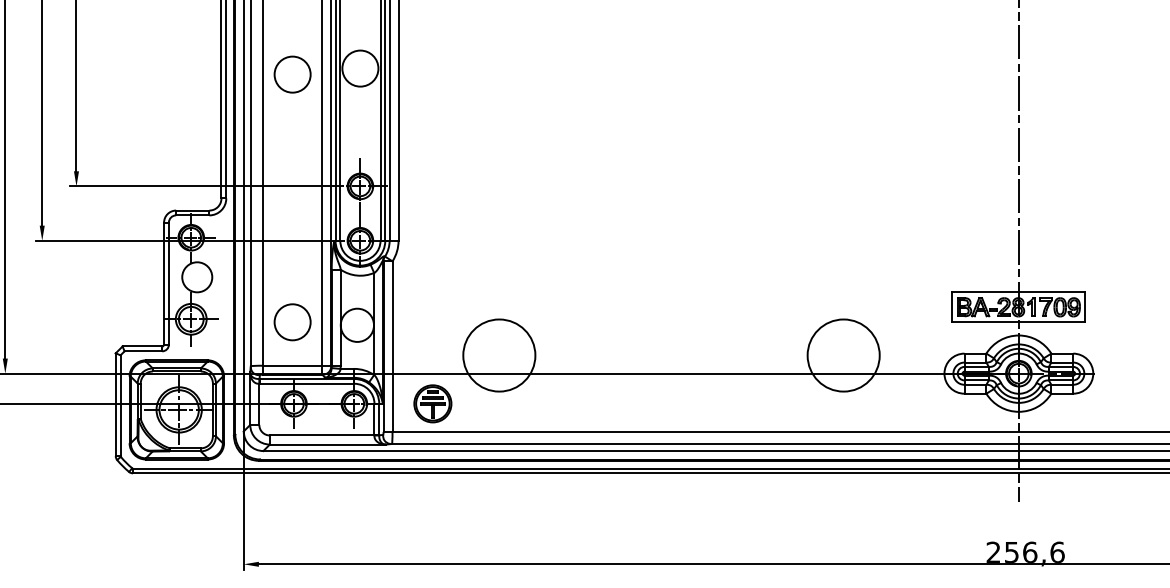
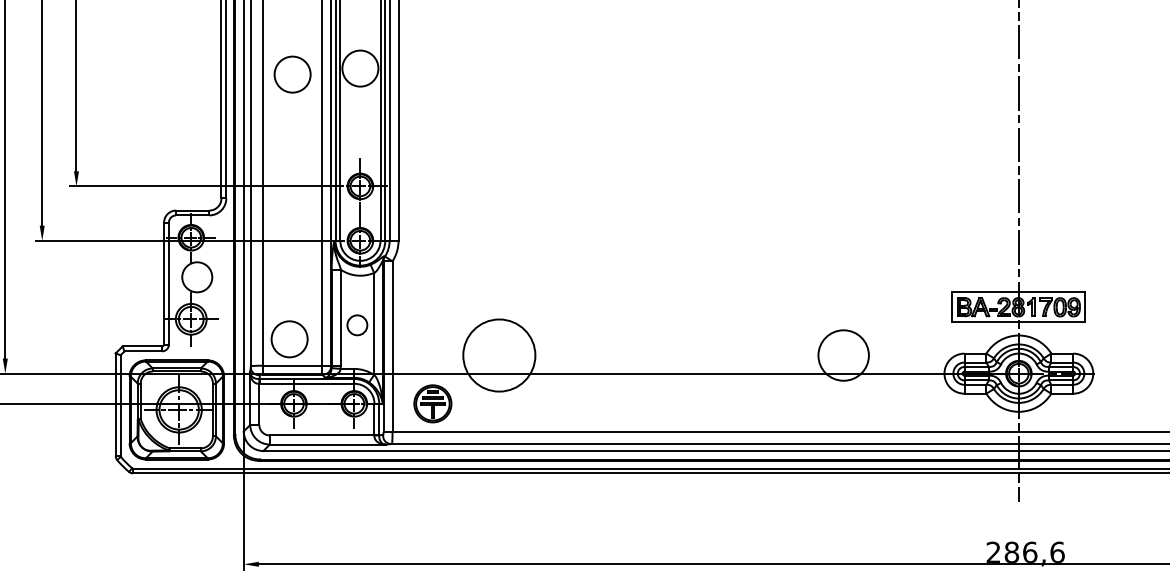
circle at (292, 322) position: (292, 322) -> (289, 339)
circle at (357, 324) diameter: 33 px -> 20 px
circle at (843, 355) diameter: 72 px -> 50 px
text at (1011, 551): 256,6 -> 286,6
